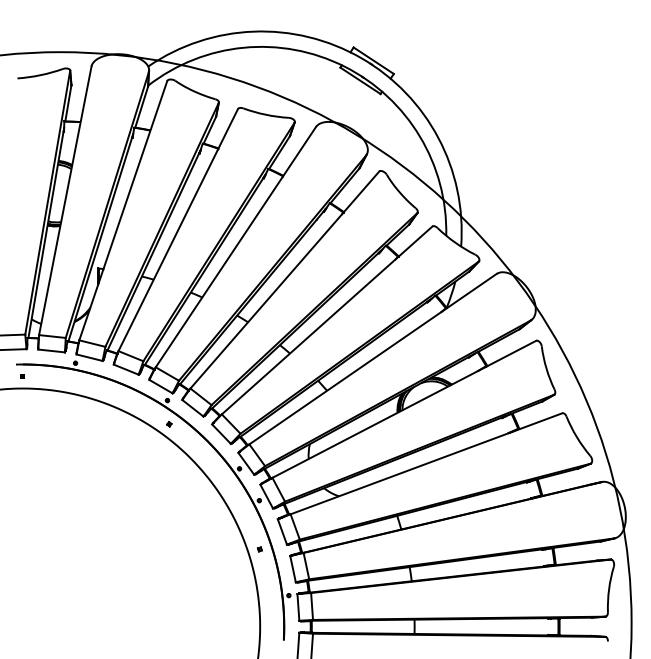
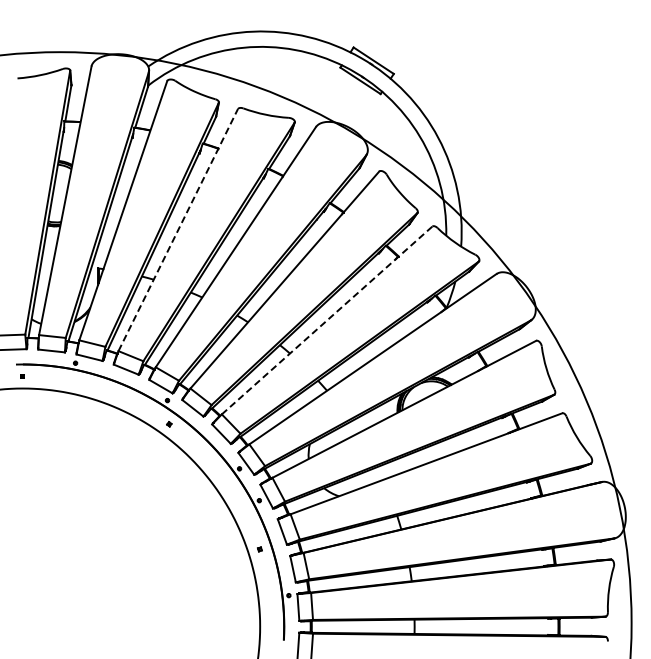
line at (178, 230): solid -> dashed
line at (327, 320): solid -> dashed
